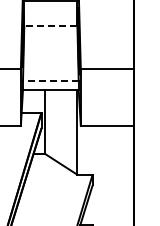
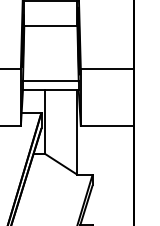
line at (50, 26): dashed -> solid
line at (50, 81): dashed -> solid
